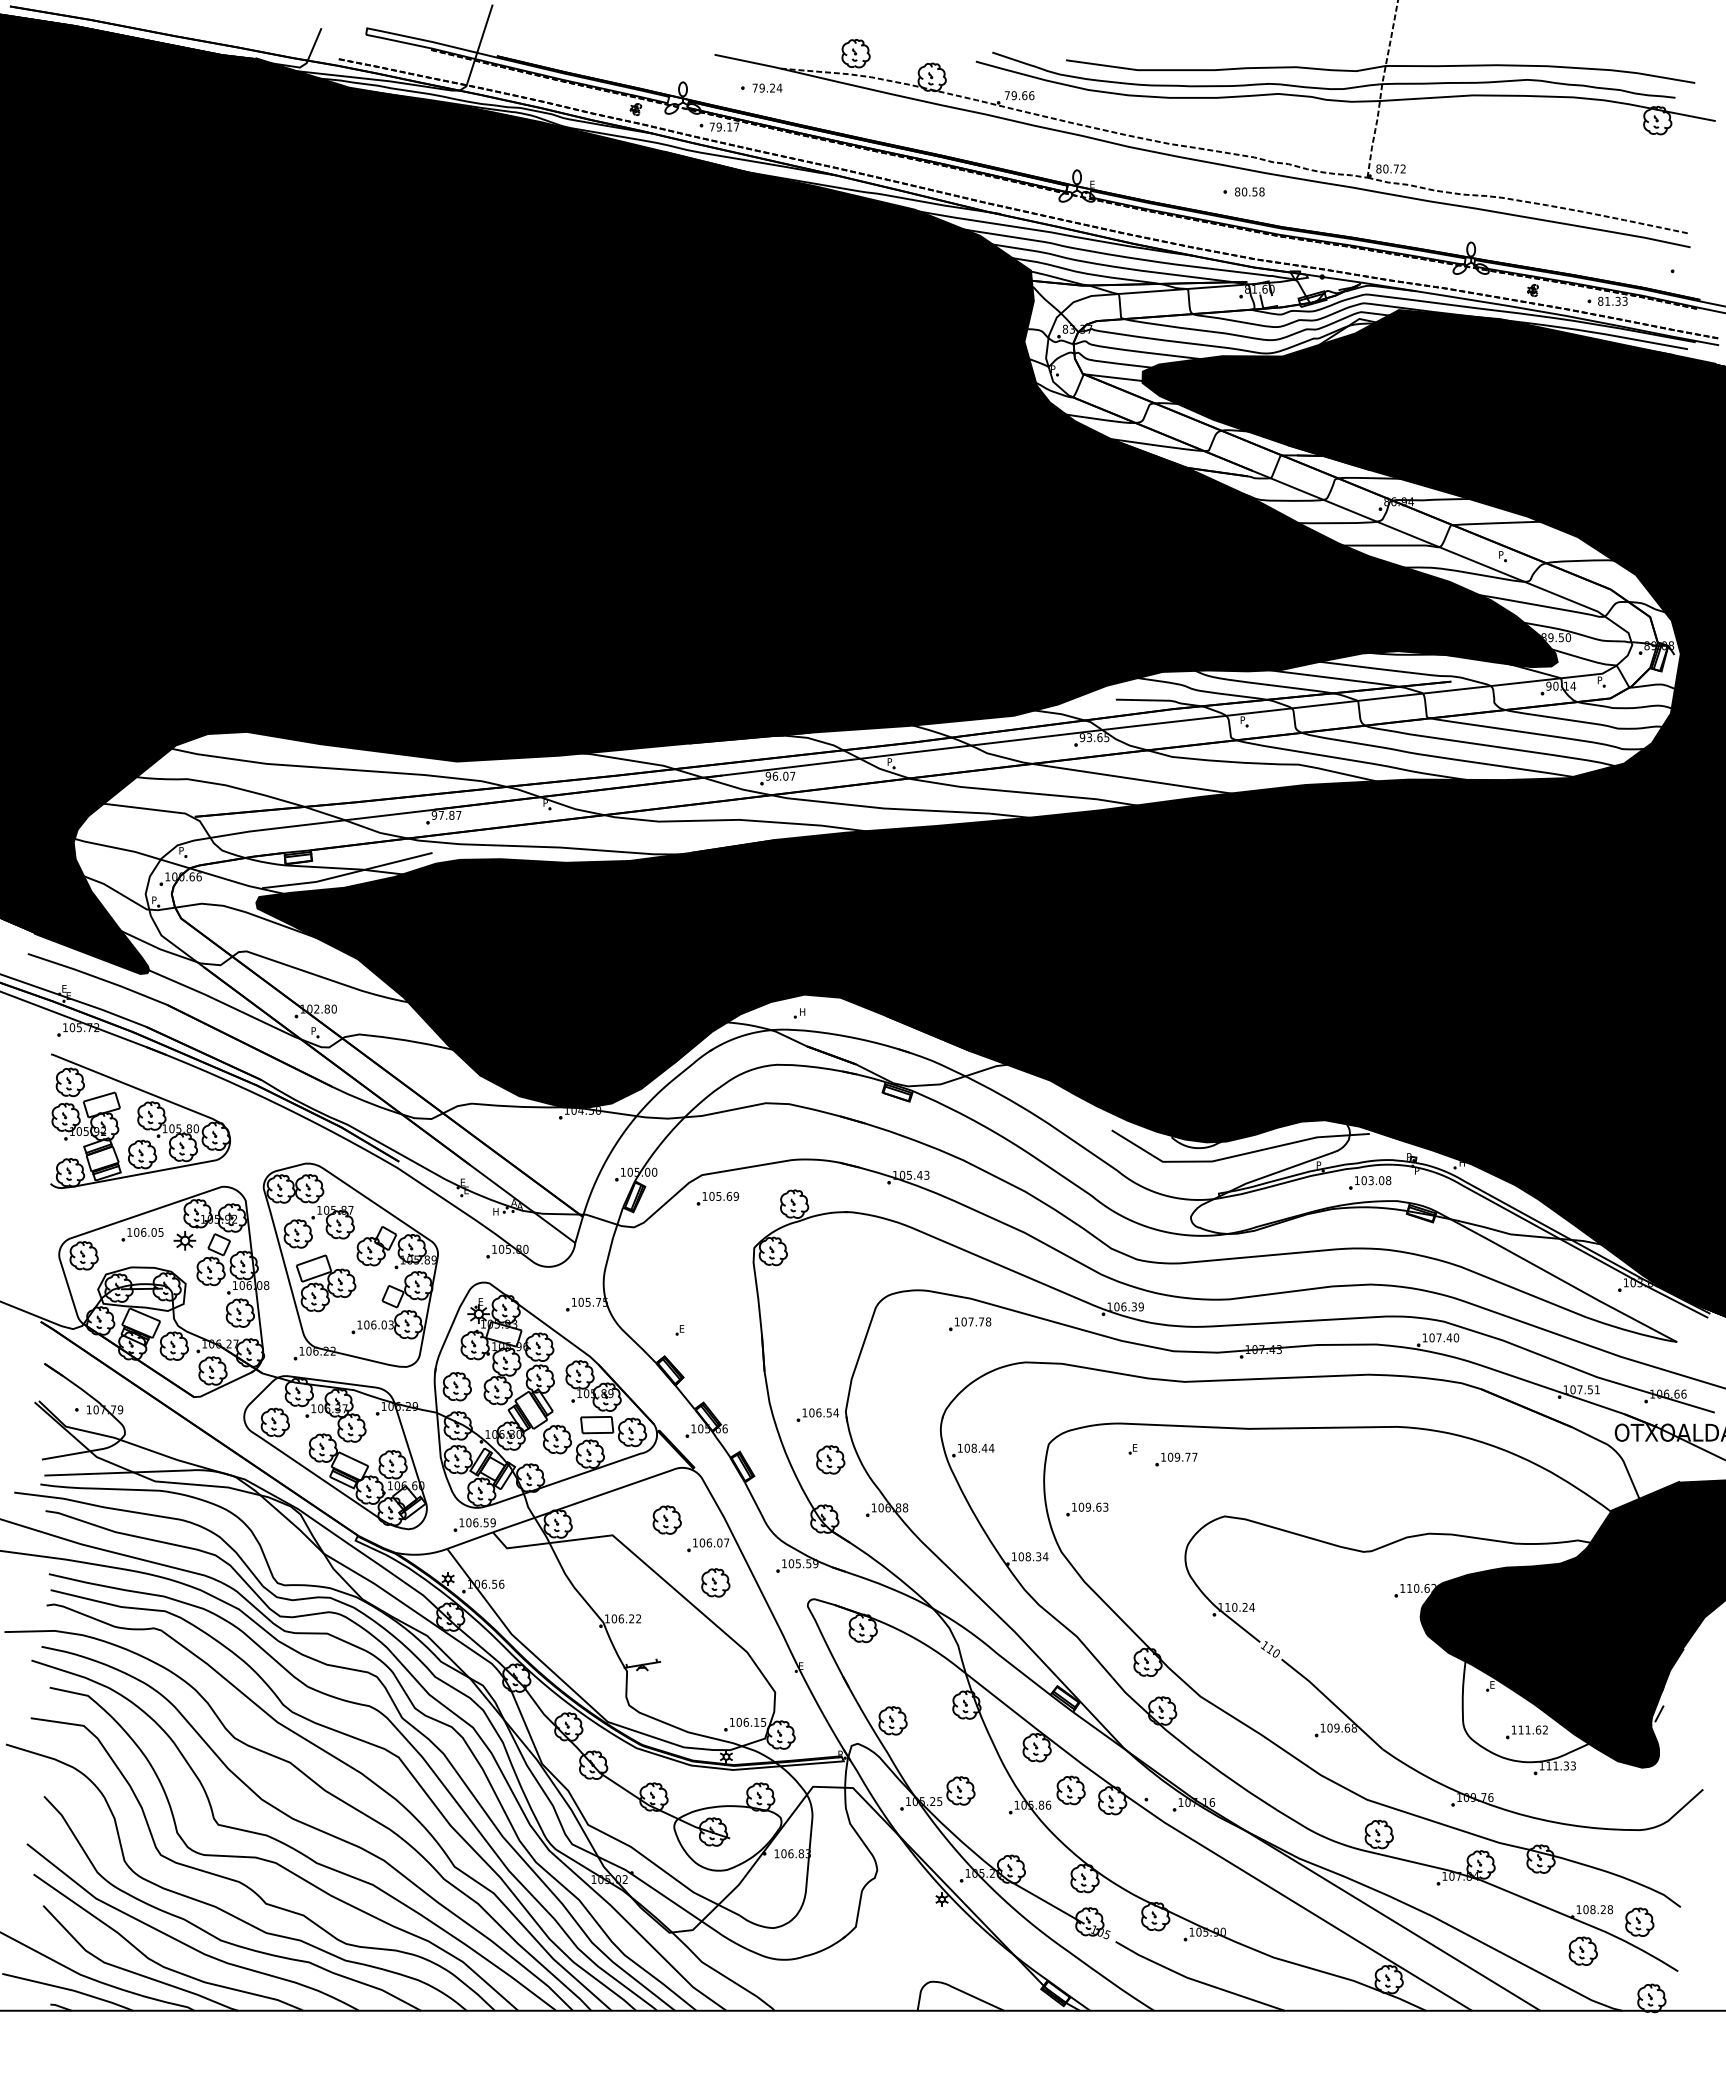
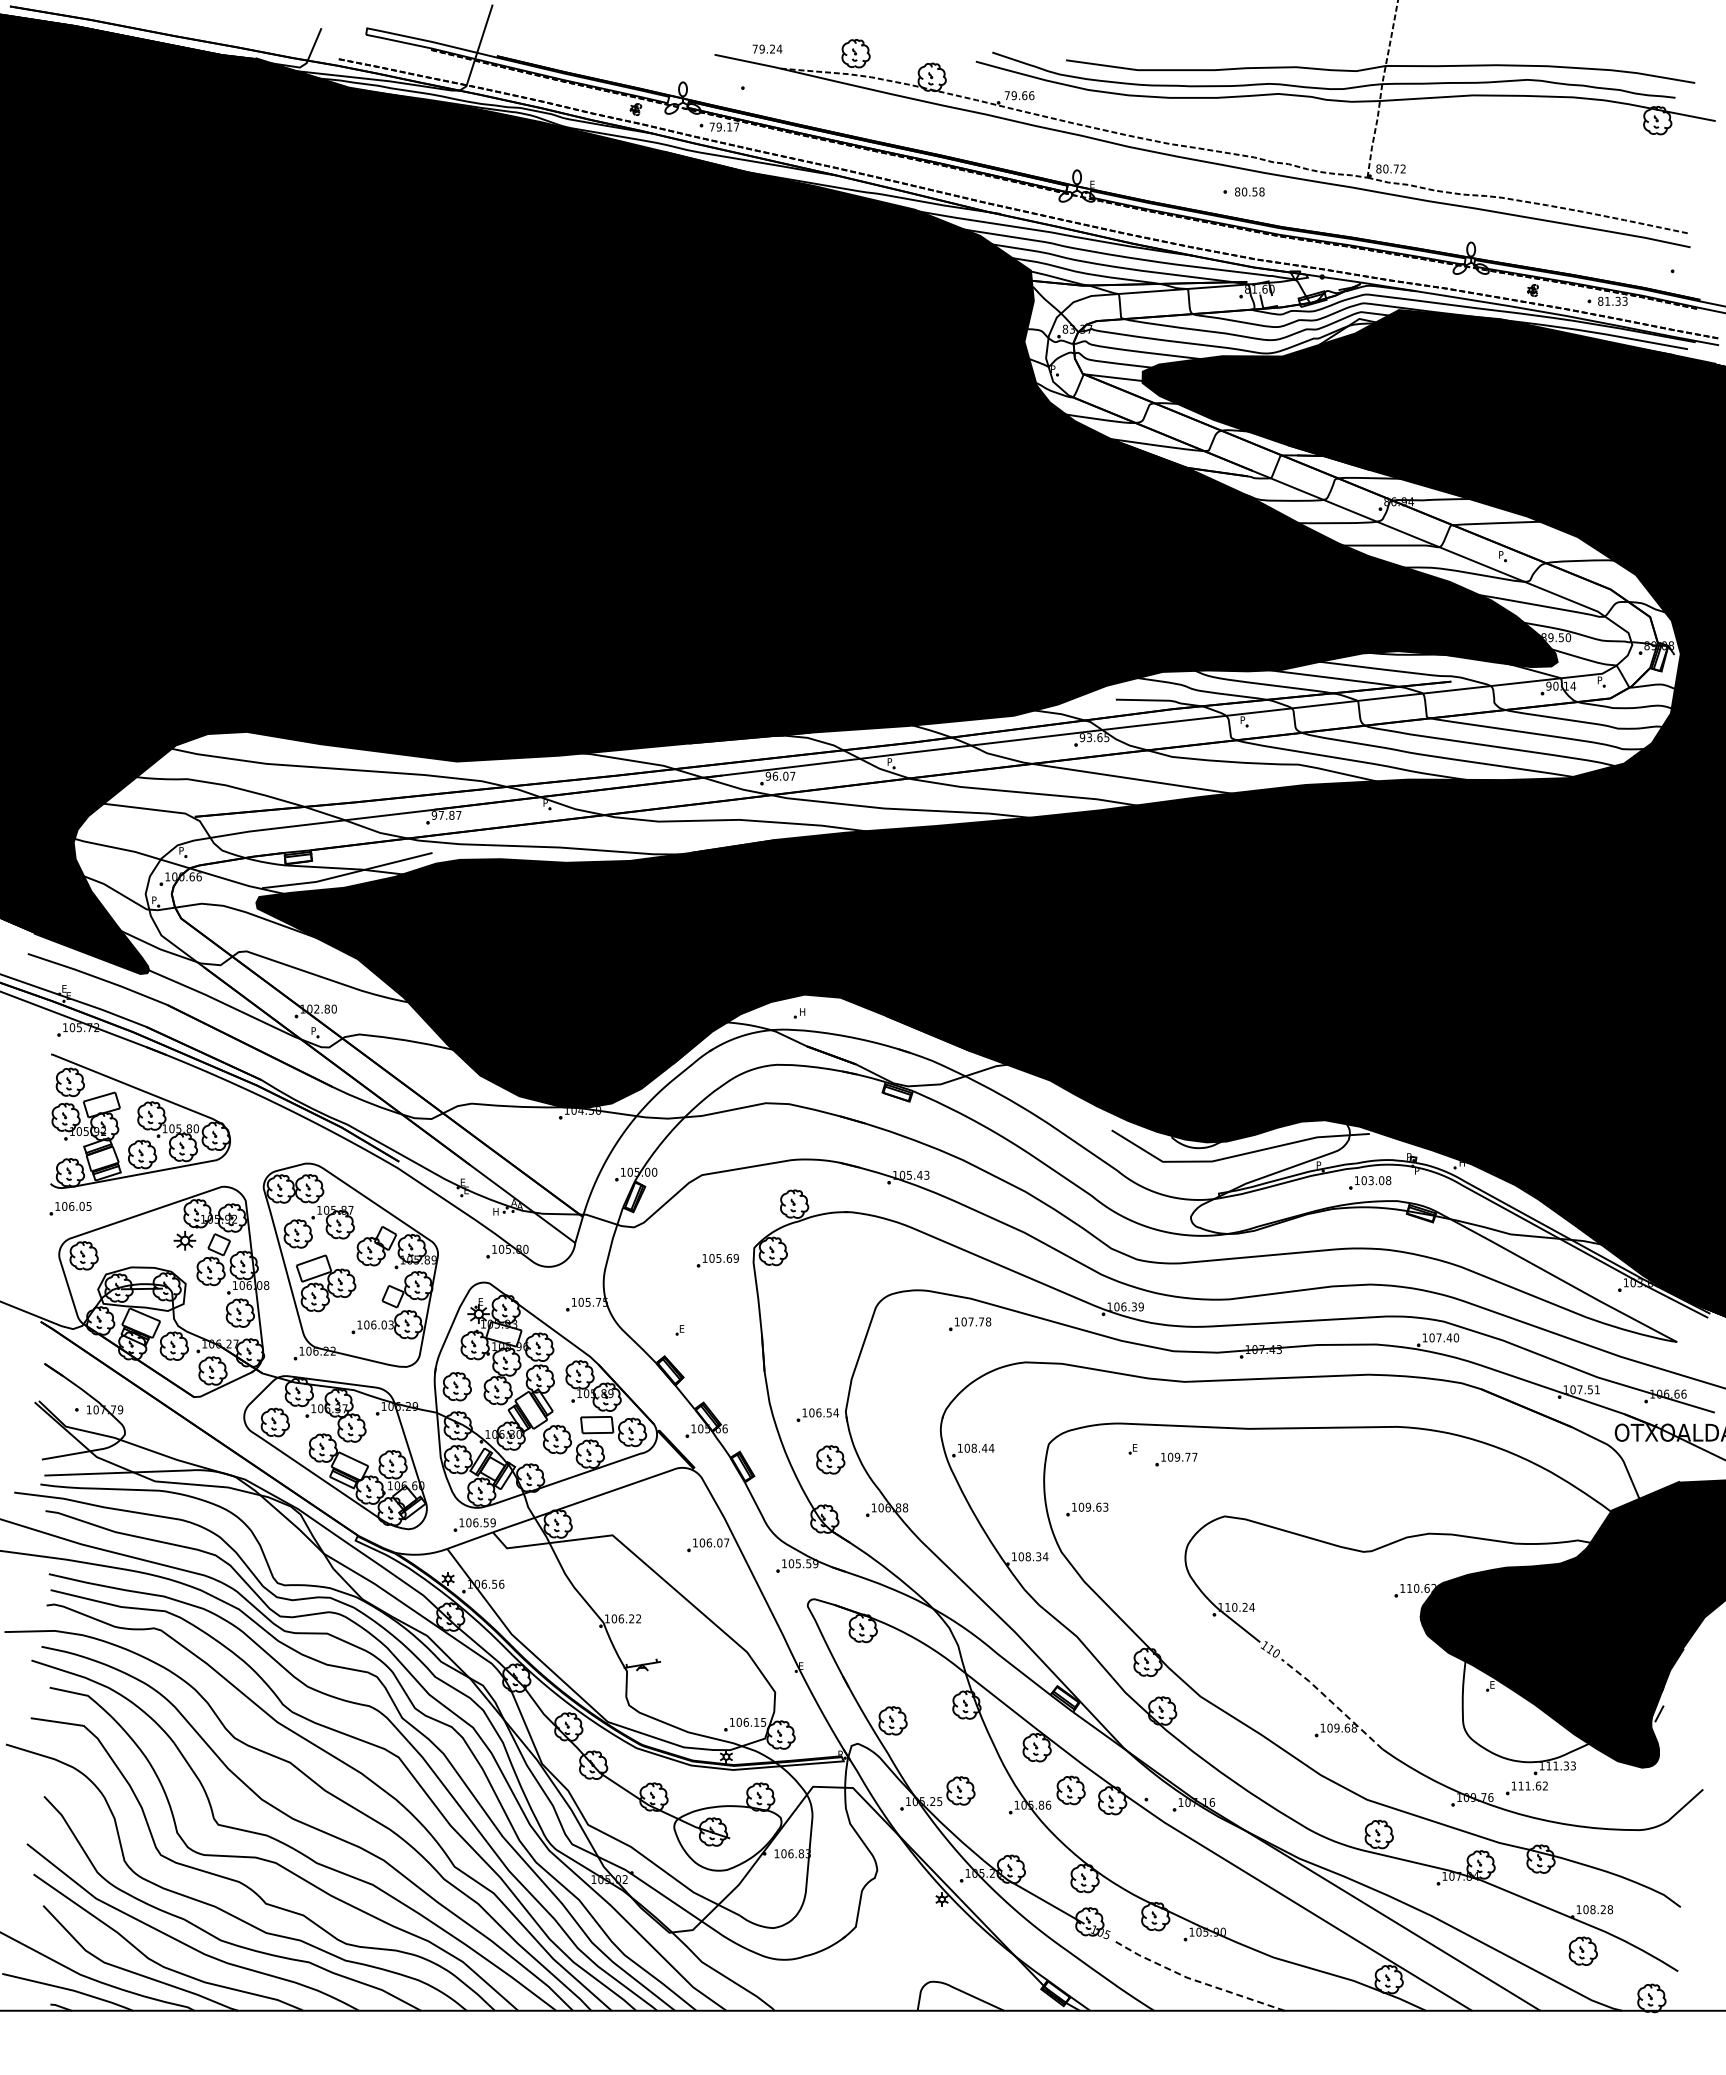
text at (767, 87) position: (767, 87) -> (767, 48)
part at (717, 1198) position: (717, 1198) -> (717, 1260)
part at (142, 1234) position: (142, 1234) -> (70, 1208)
part at (666, 1519): present -> none
part at (715, 1582): present -> none
line at (1332, 1702): solid -> dashed
part at (1526, 1732) position: (1526, 1732) -> (1526, 1788)
part at (1639, 1921): present -> none
line at (1196, 1980): solid -> dashed
